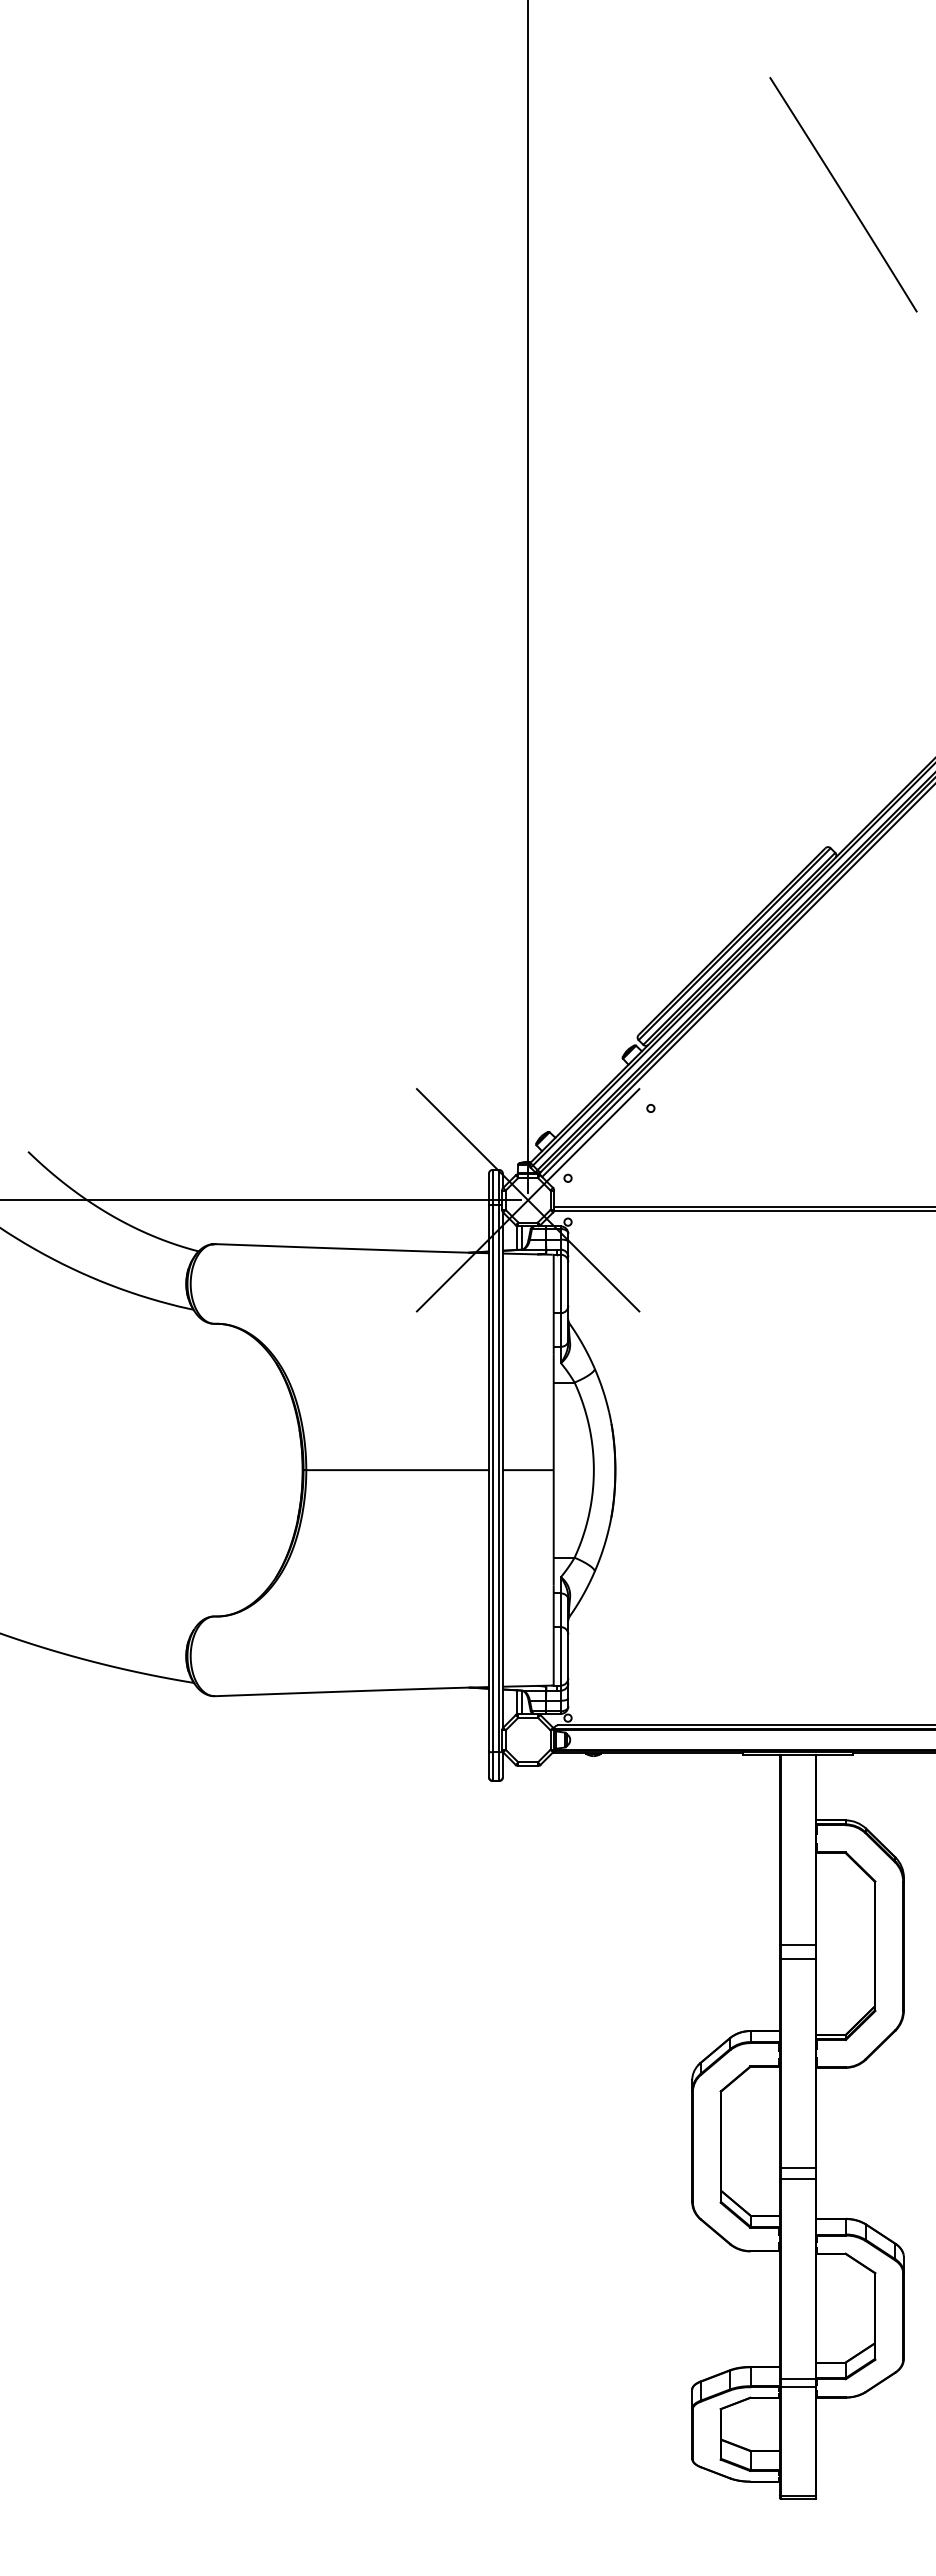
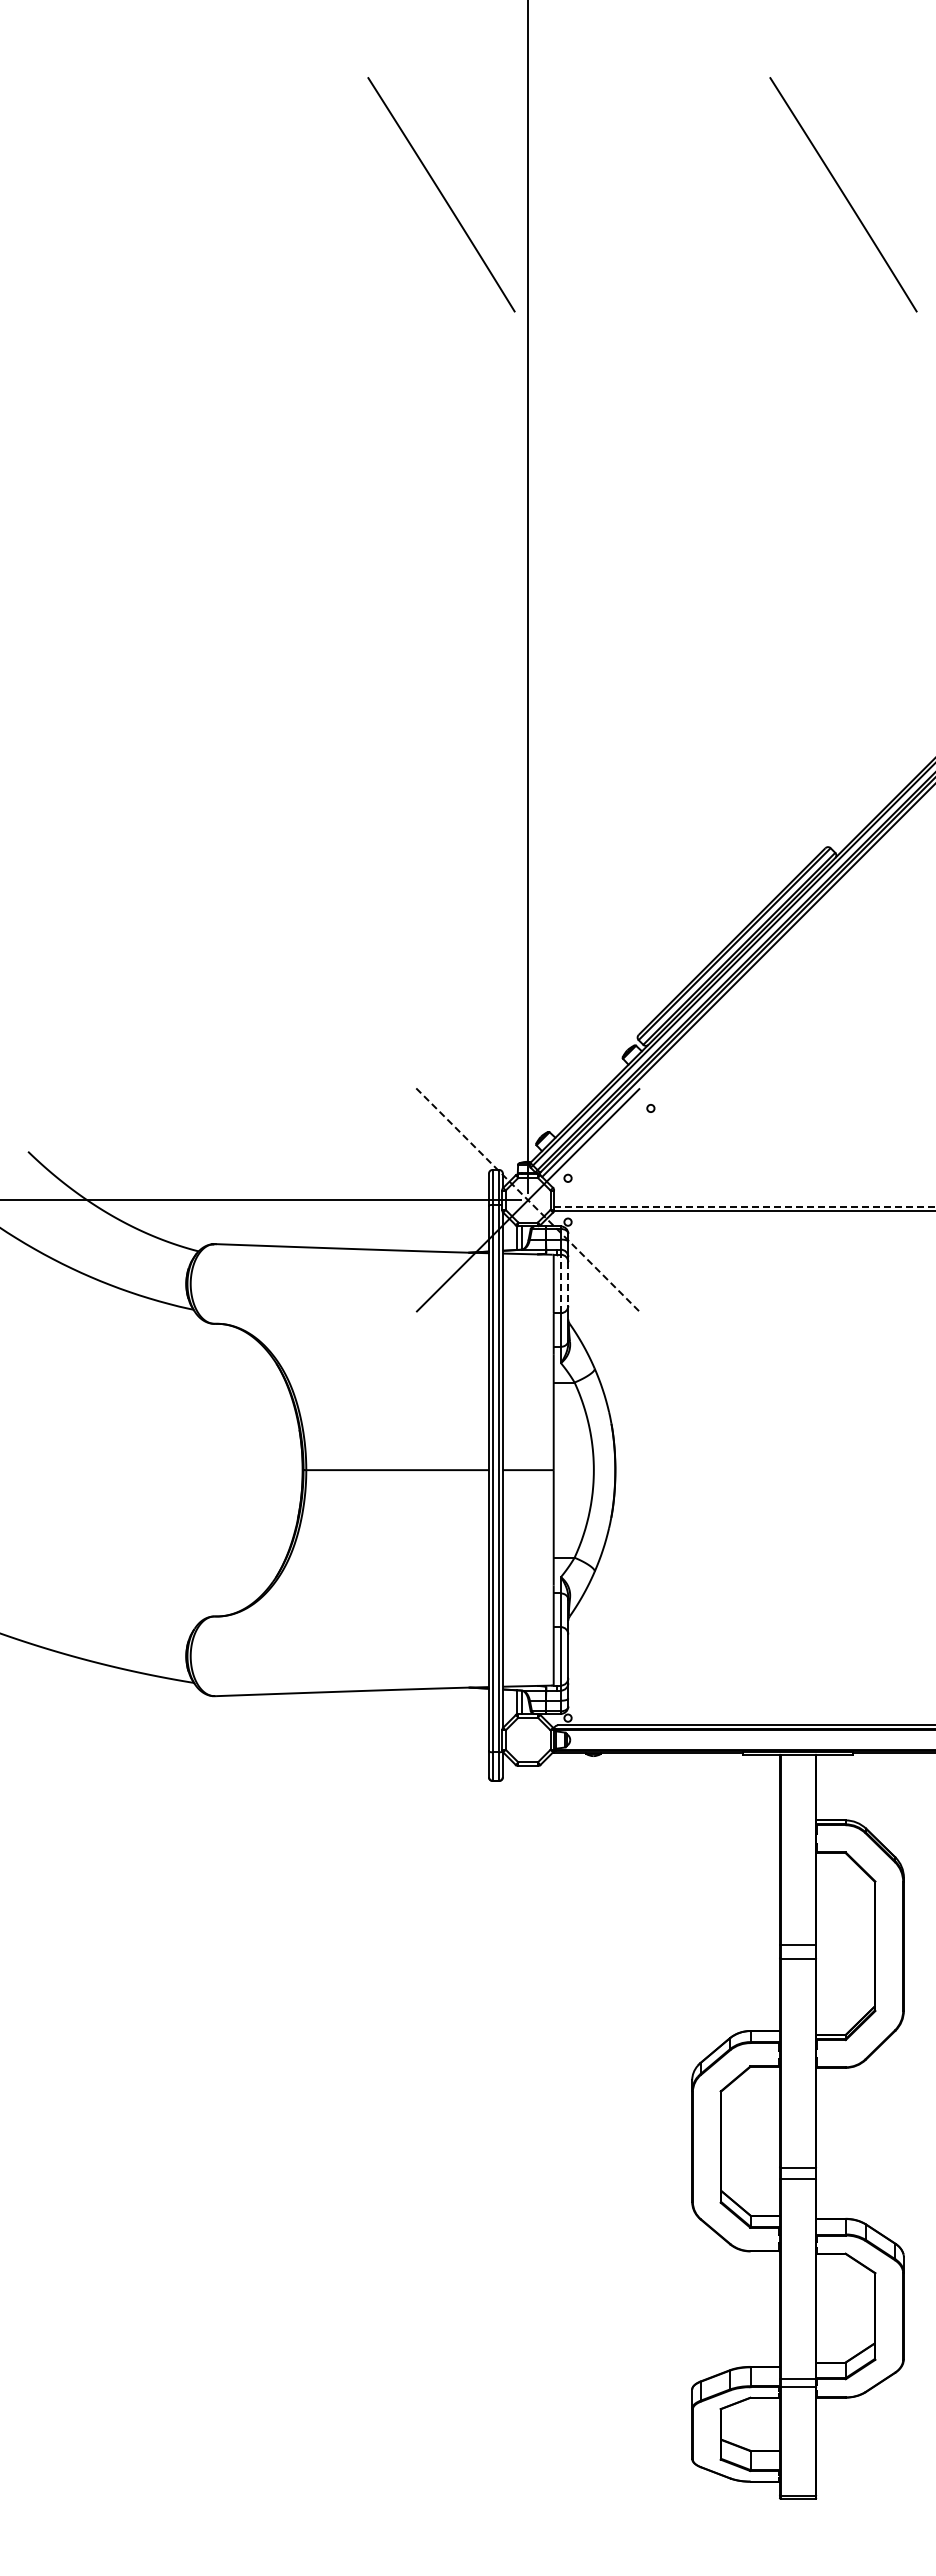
line at (441, 194): none -> present
line at (528, 1200): solid -> dashed
line at (745, 1206): solid -> dashed
line at (561, 1283): solid -> dashed
line at (568, 1283): solid -> dashed
